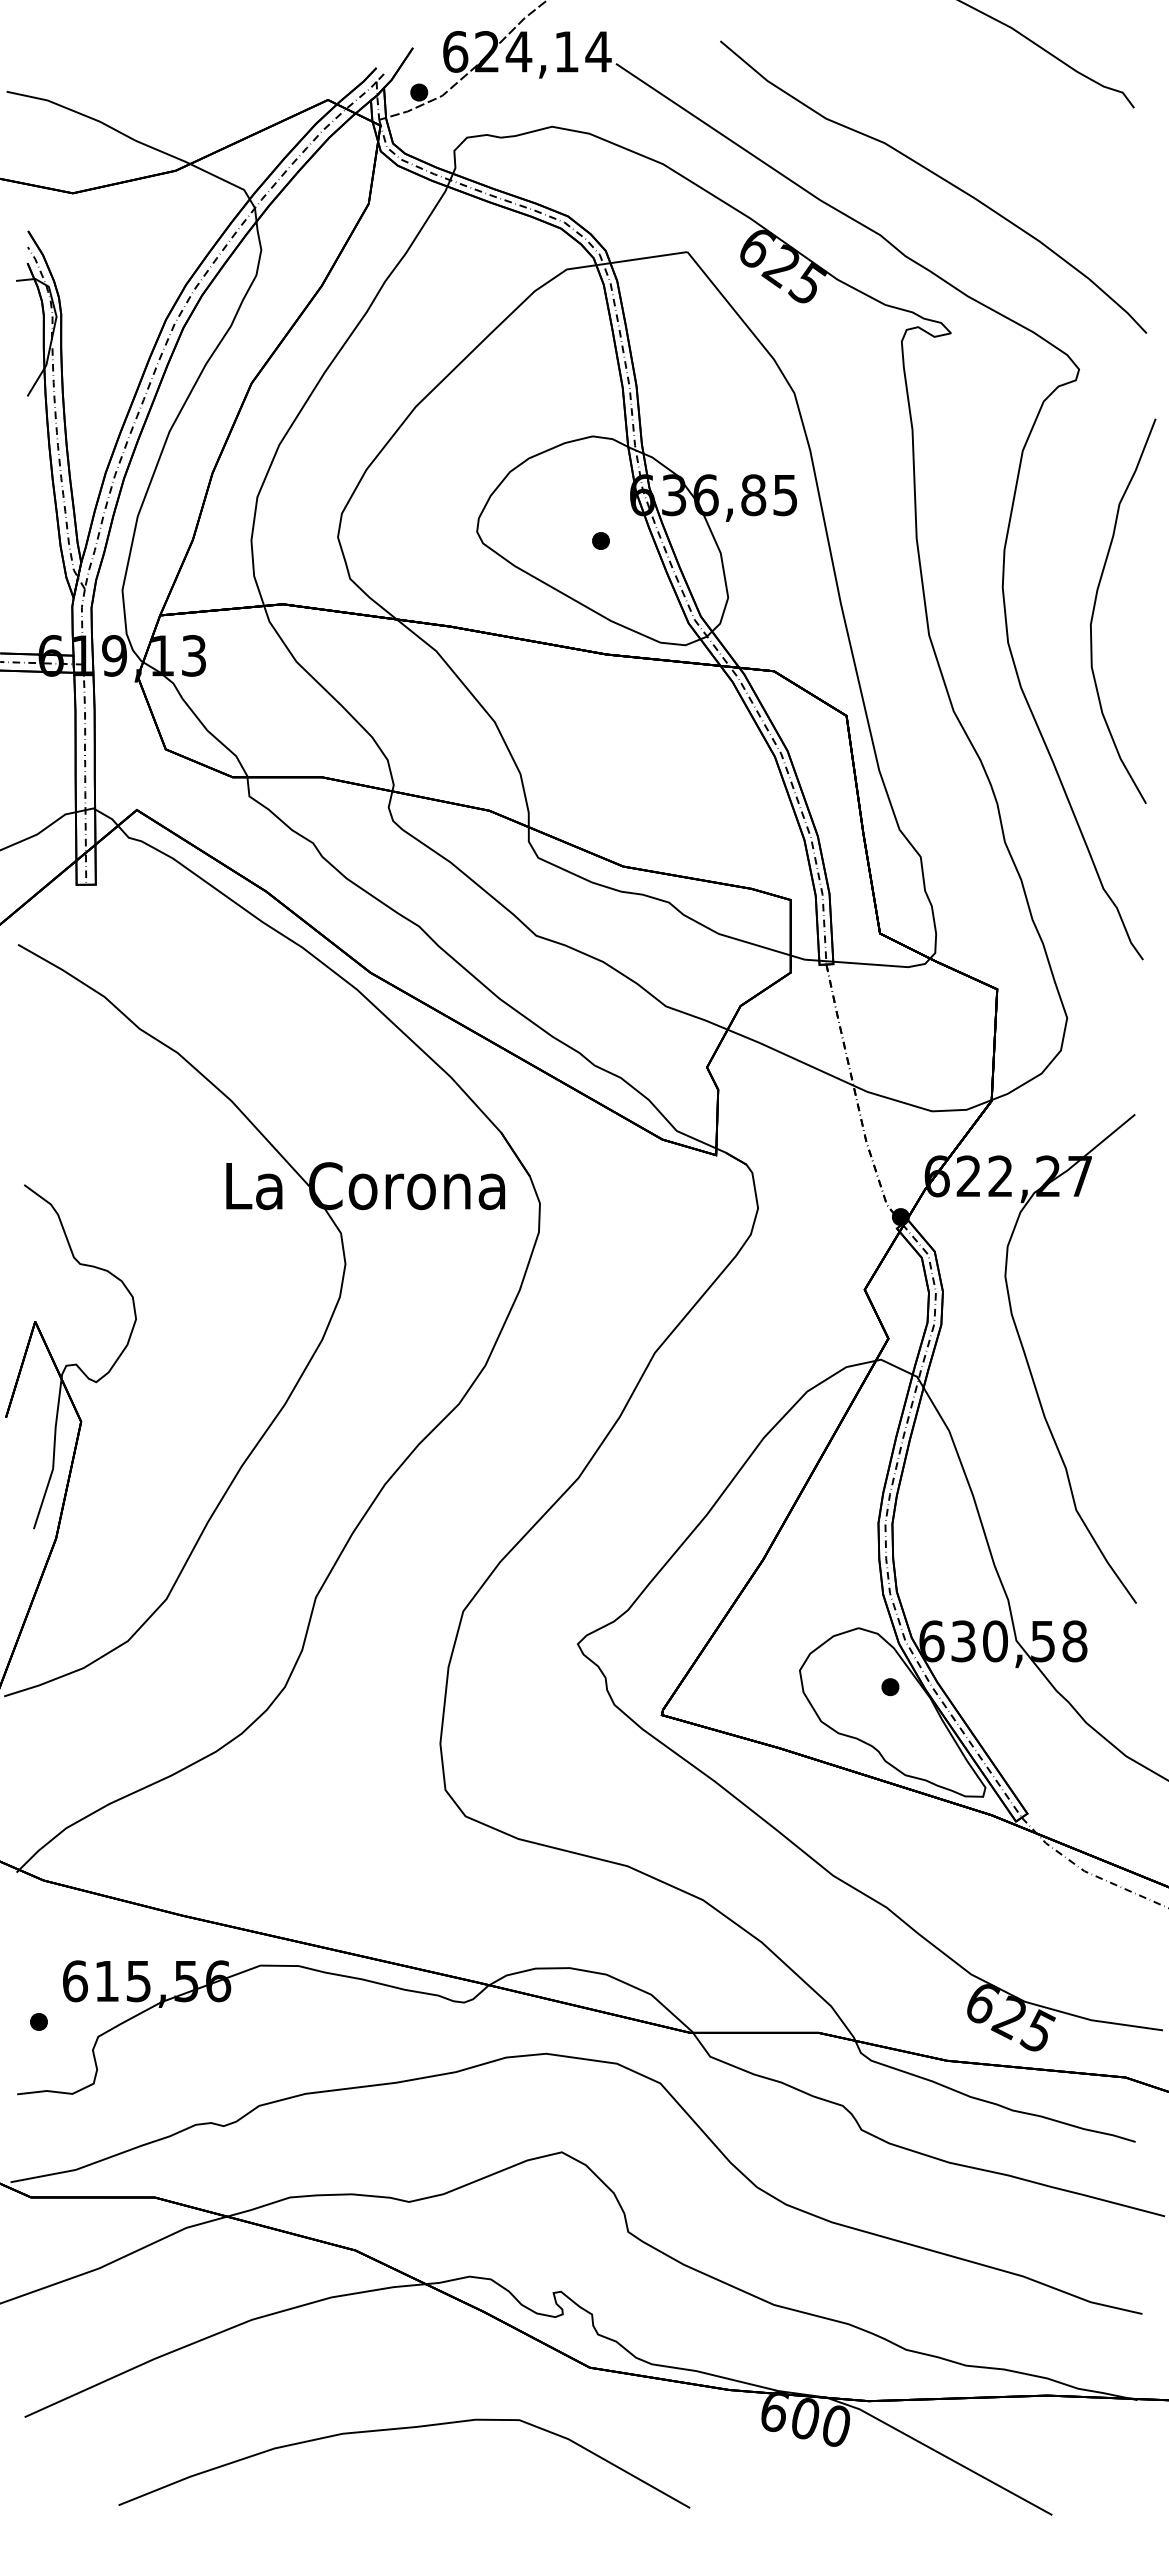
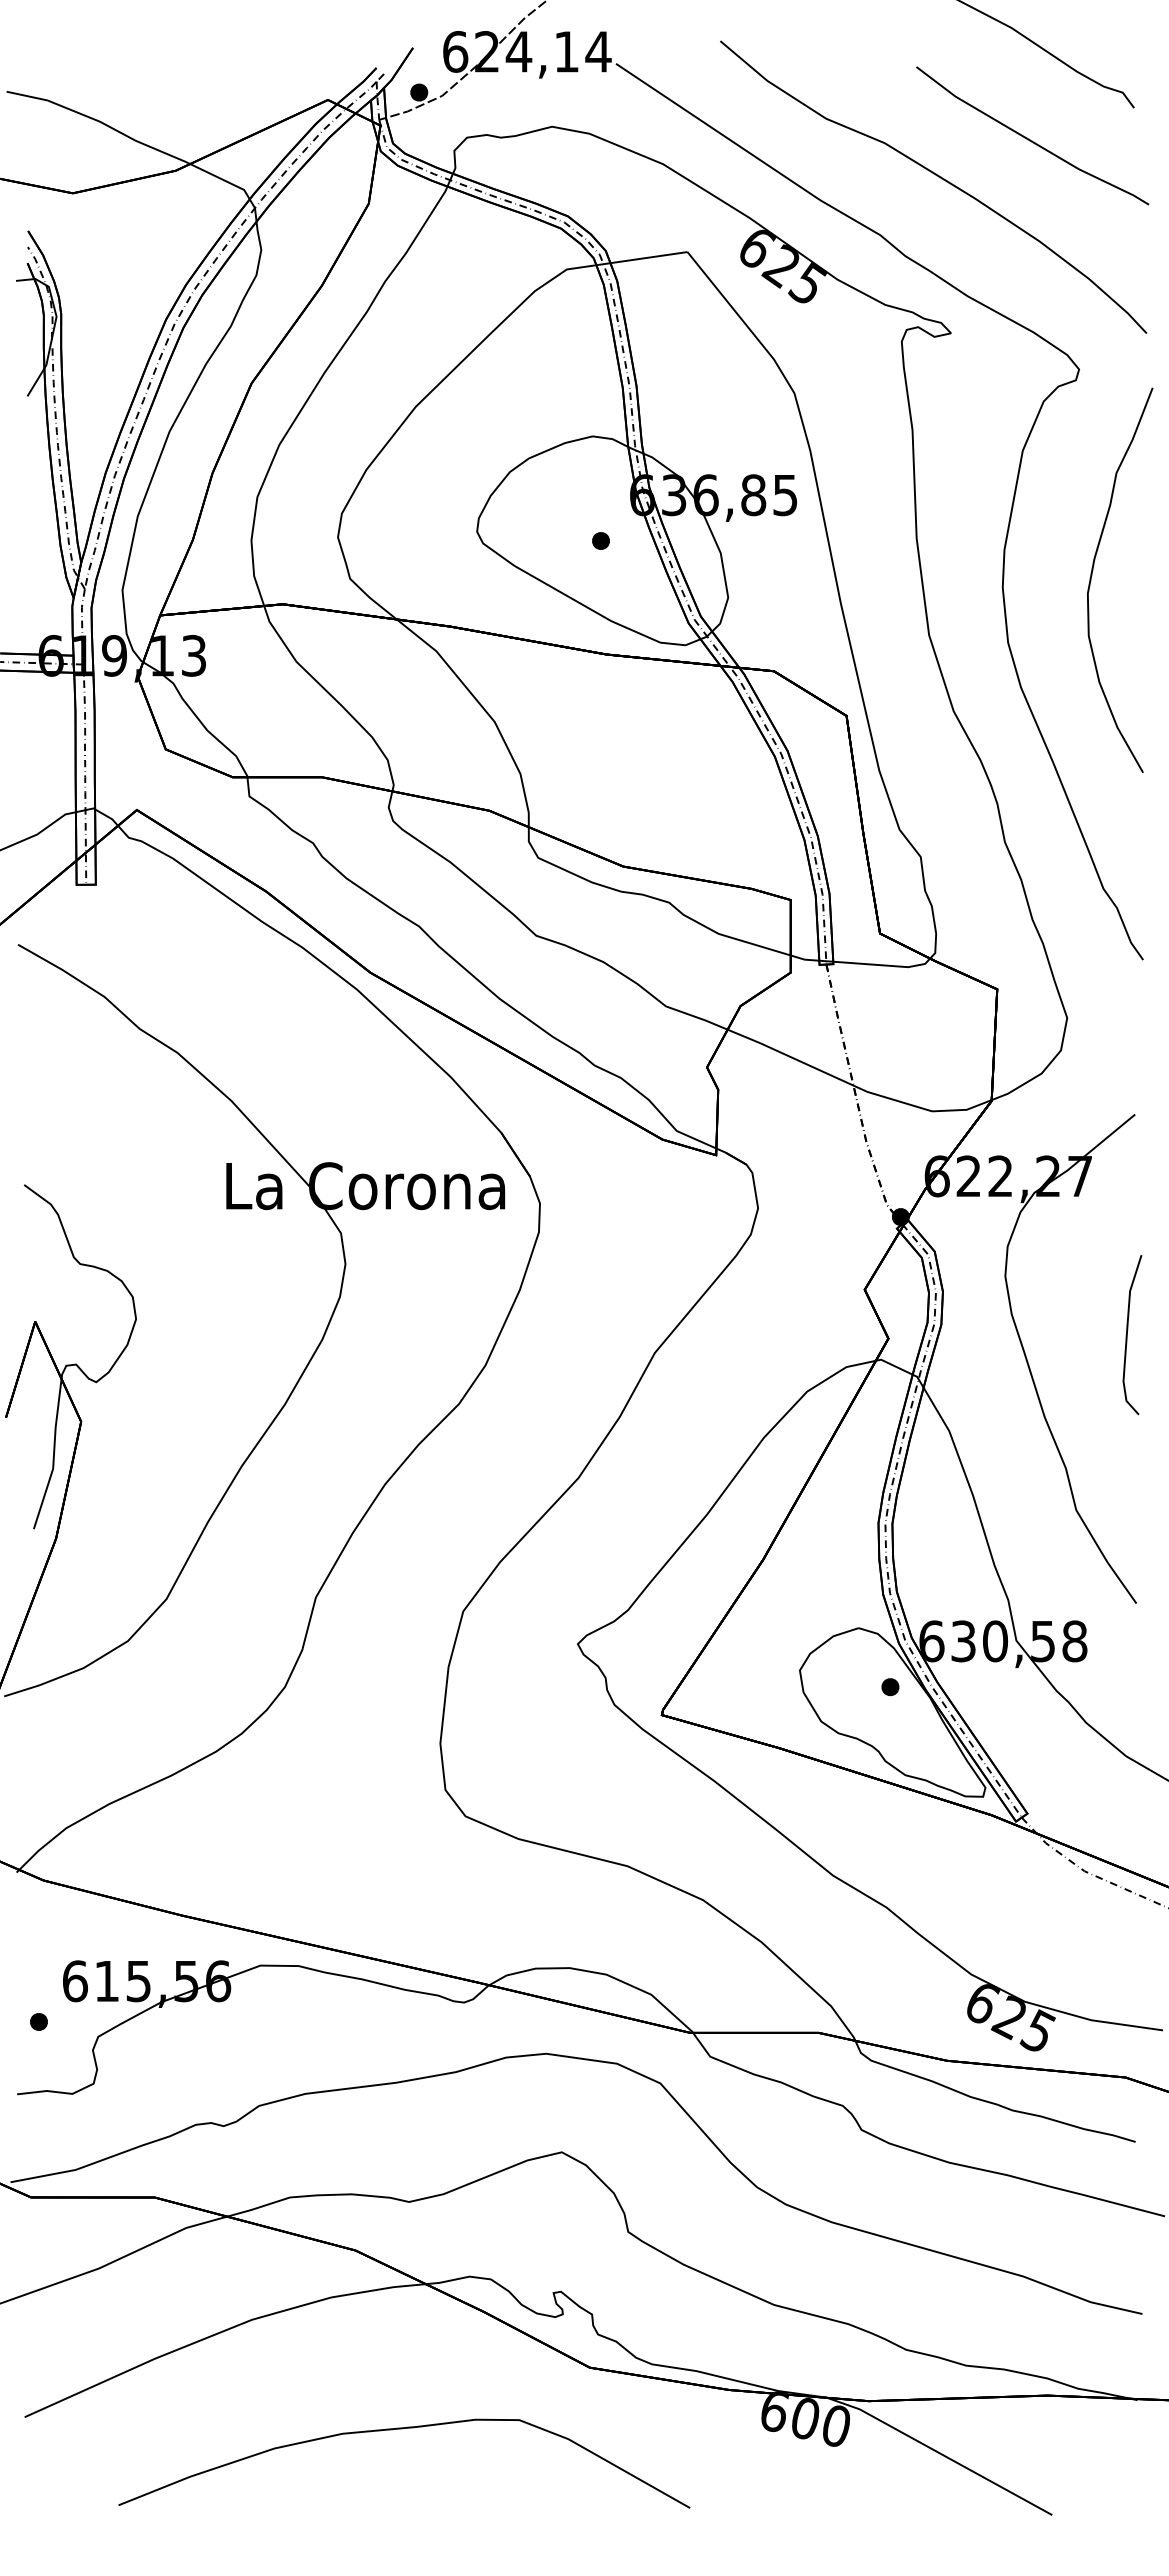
line at (1030, 139): none -> present
curve at (1095, 606) position: (1095, 606) -> (1092, 575)
curve at (1127, 1335): none -> present
